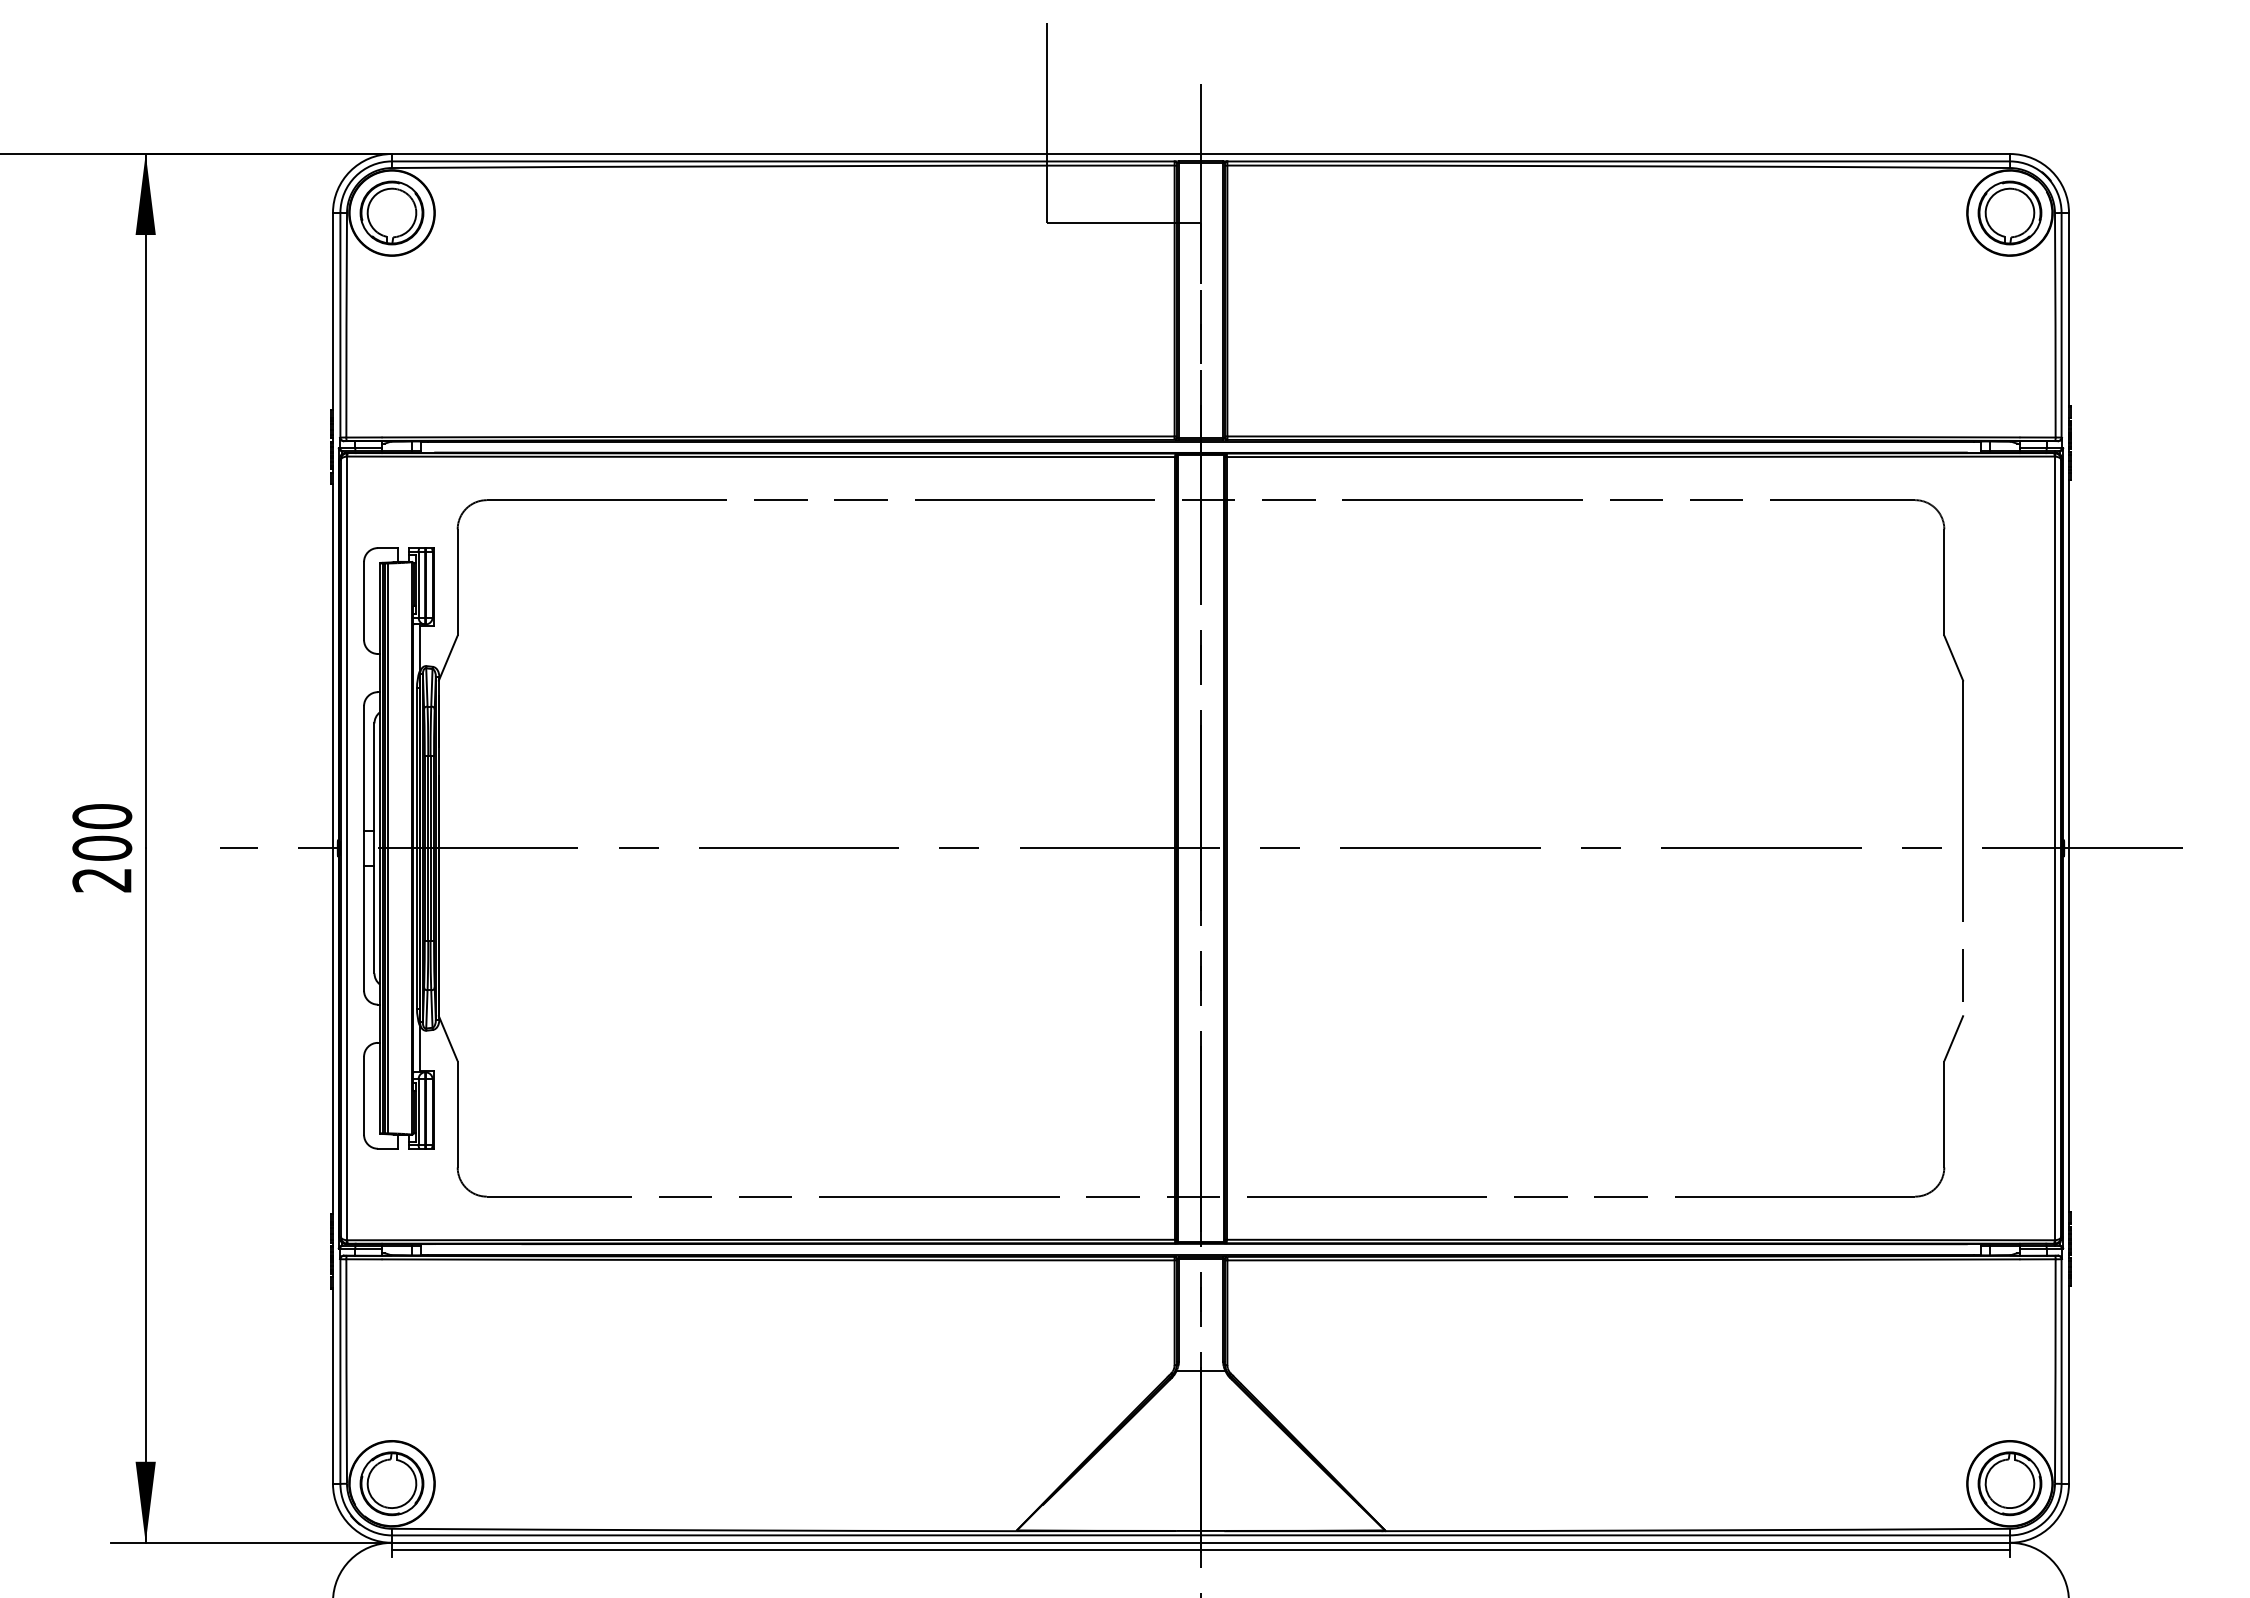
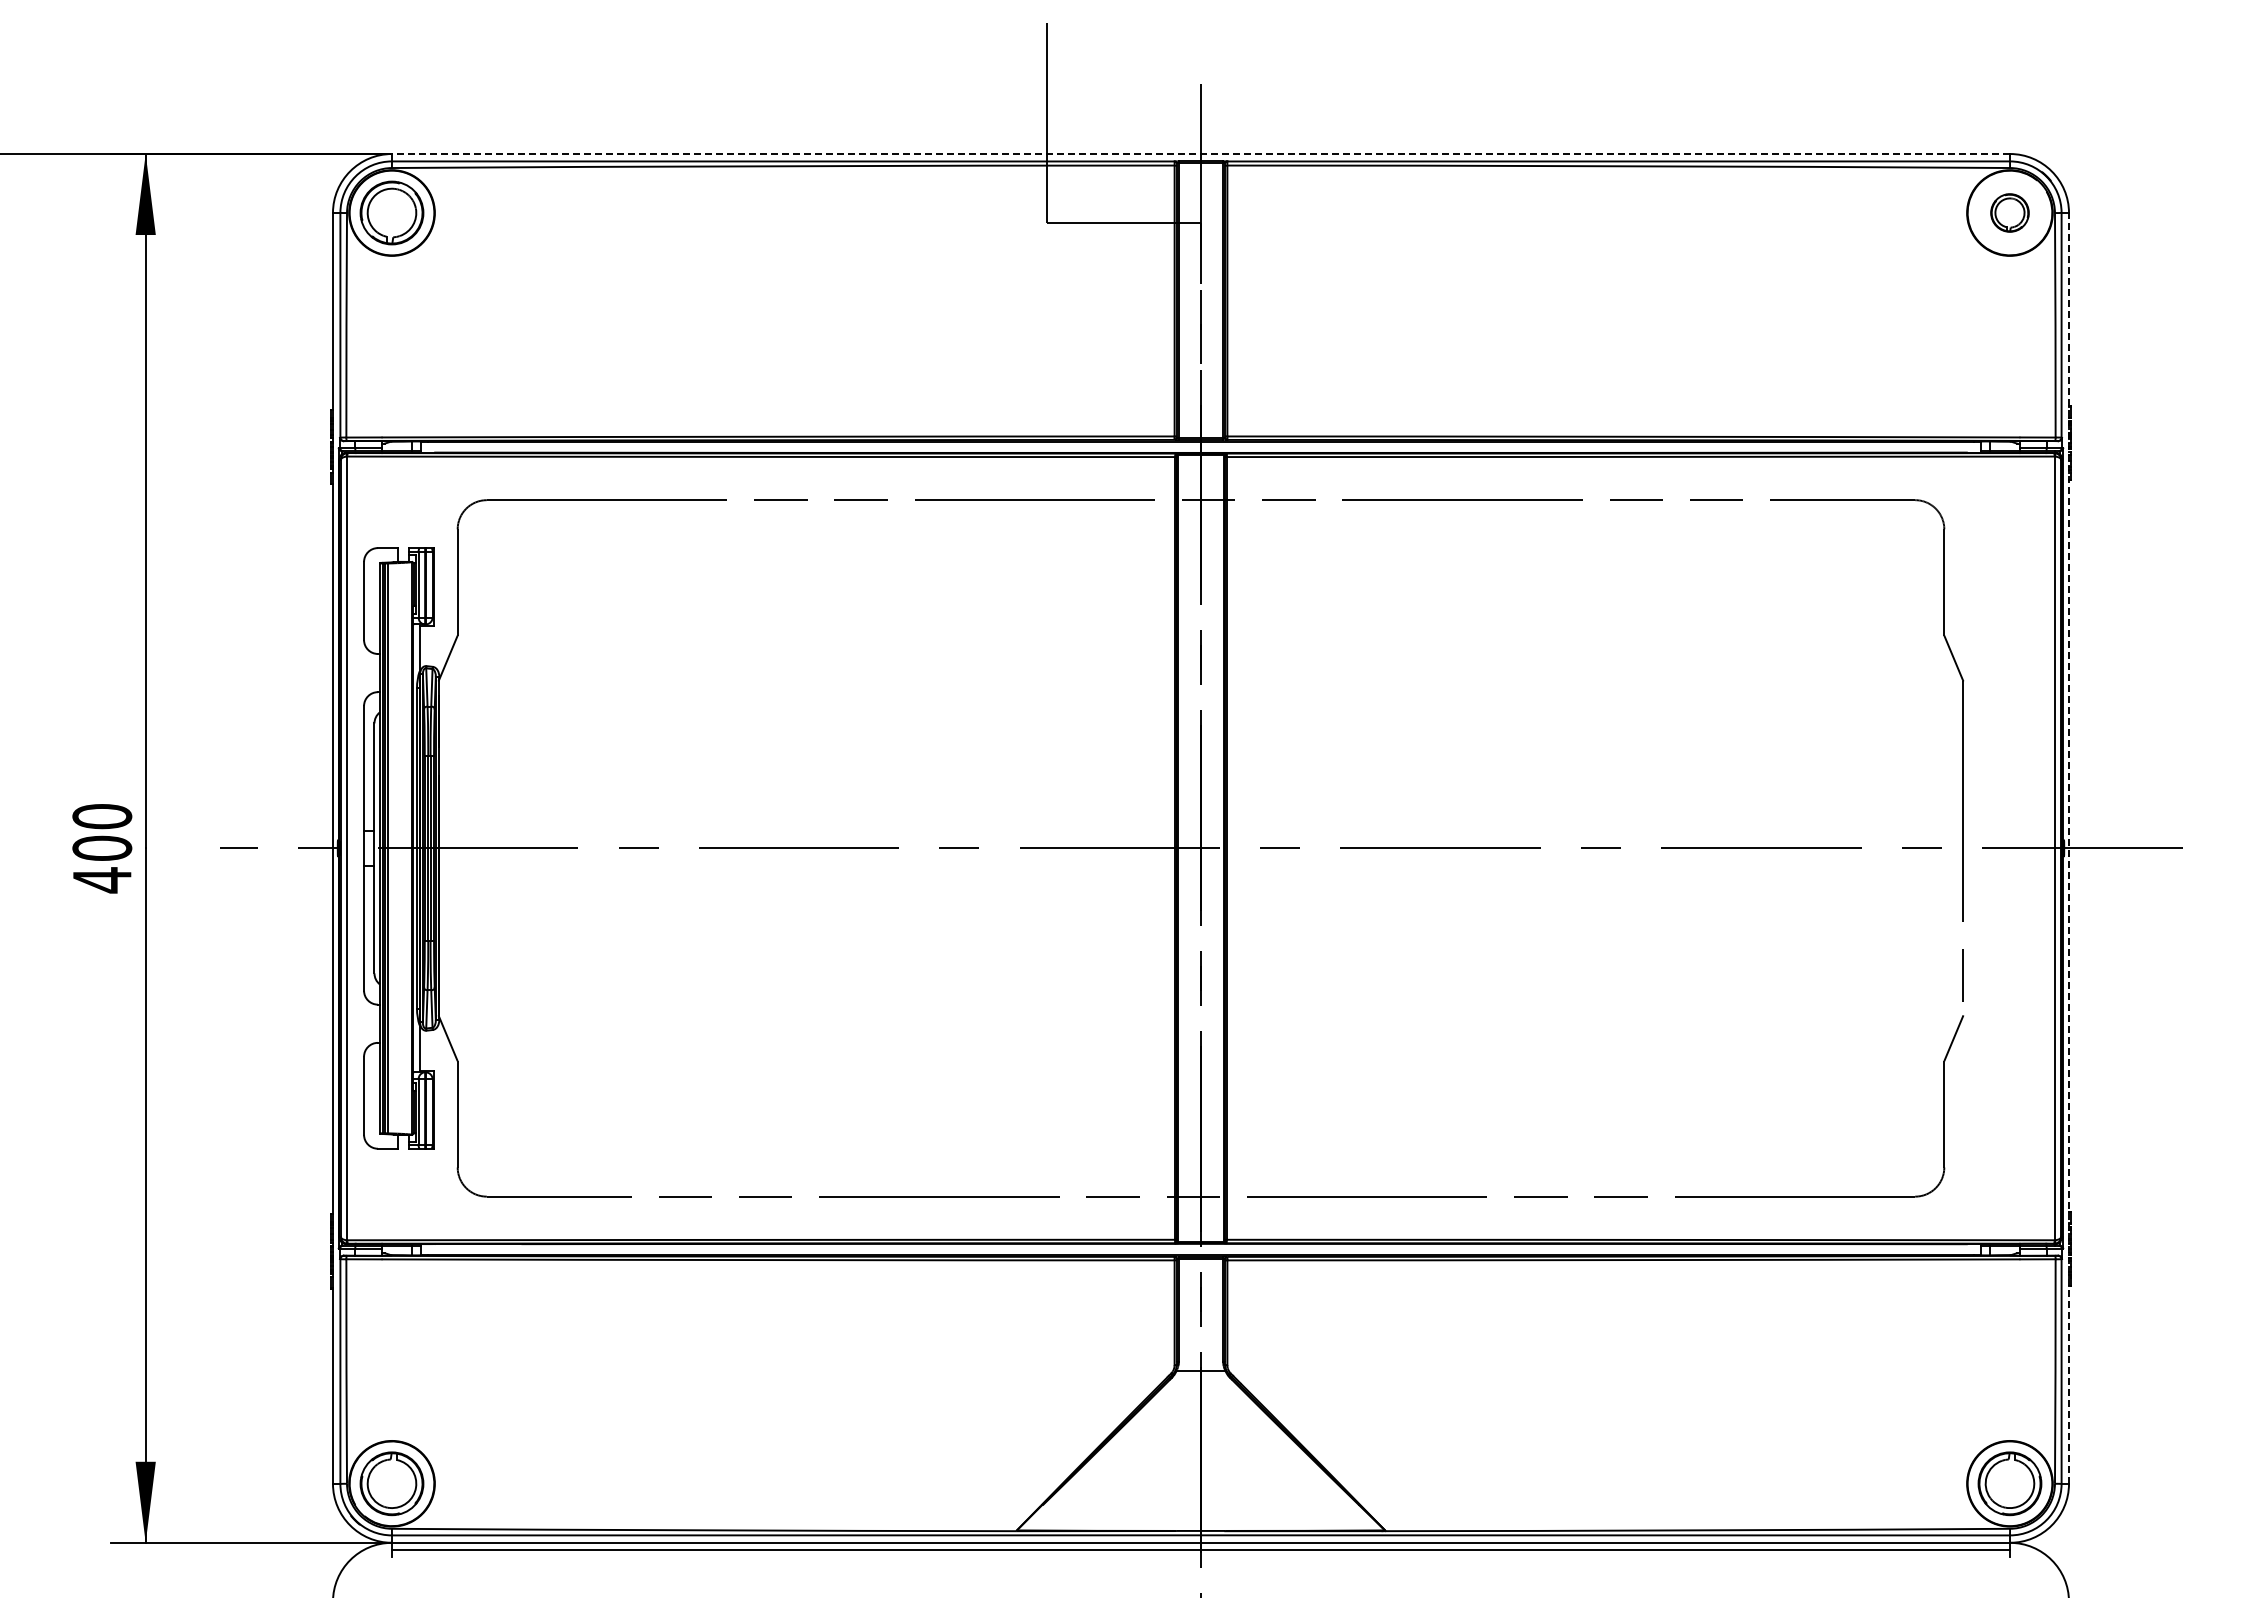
line at (1201, 154): solid -> dashed
part at (2009, 212) size: 66x66 px -> 40x40 px
line at (2069, 847): solid -> dashed
text at (101, 880): 200 -> 400
